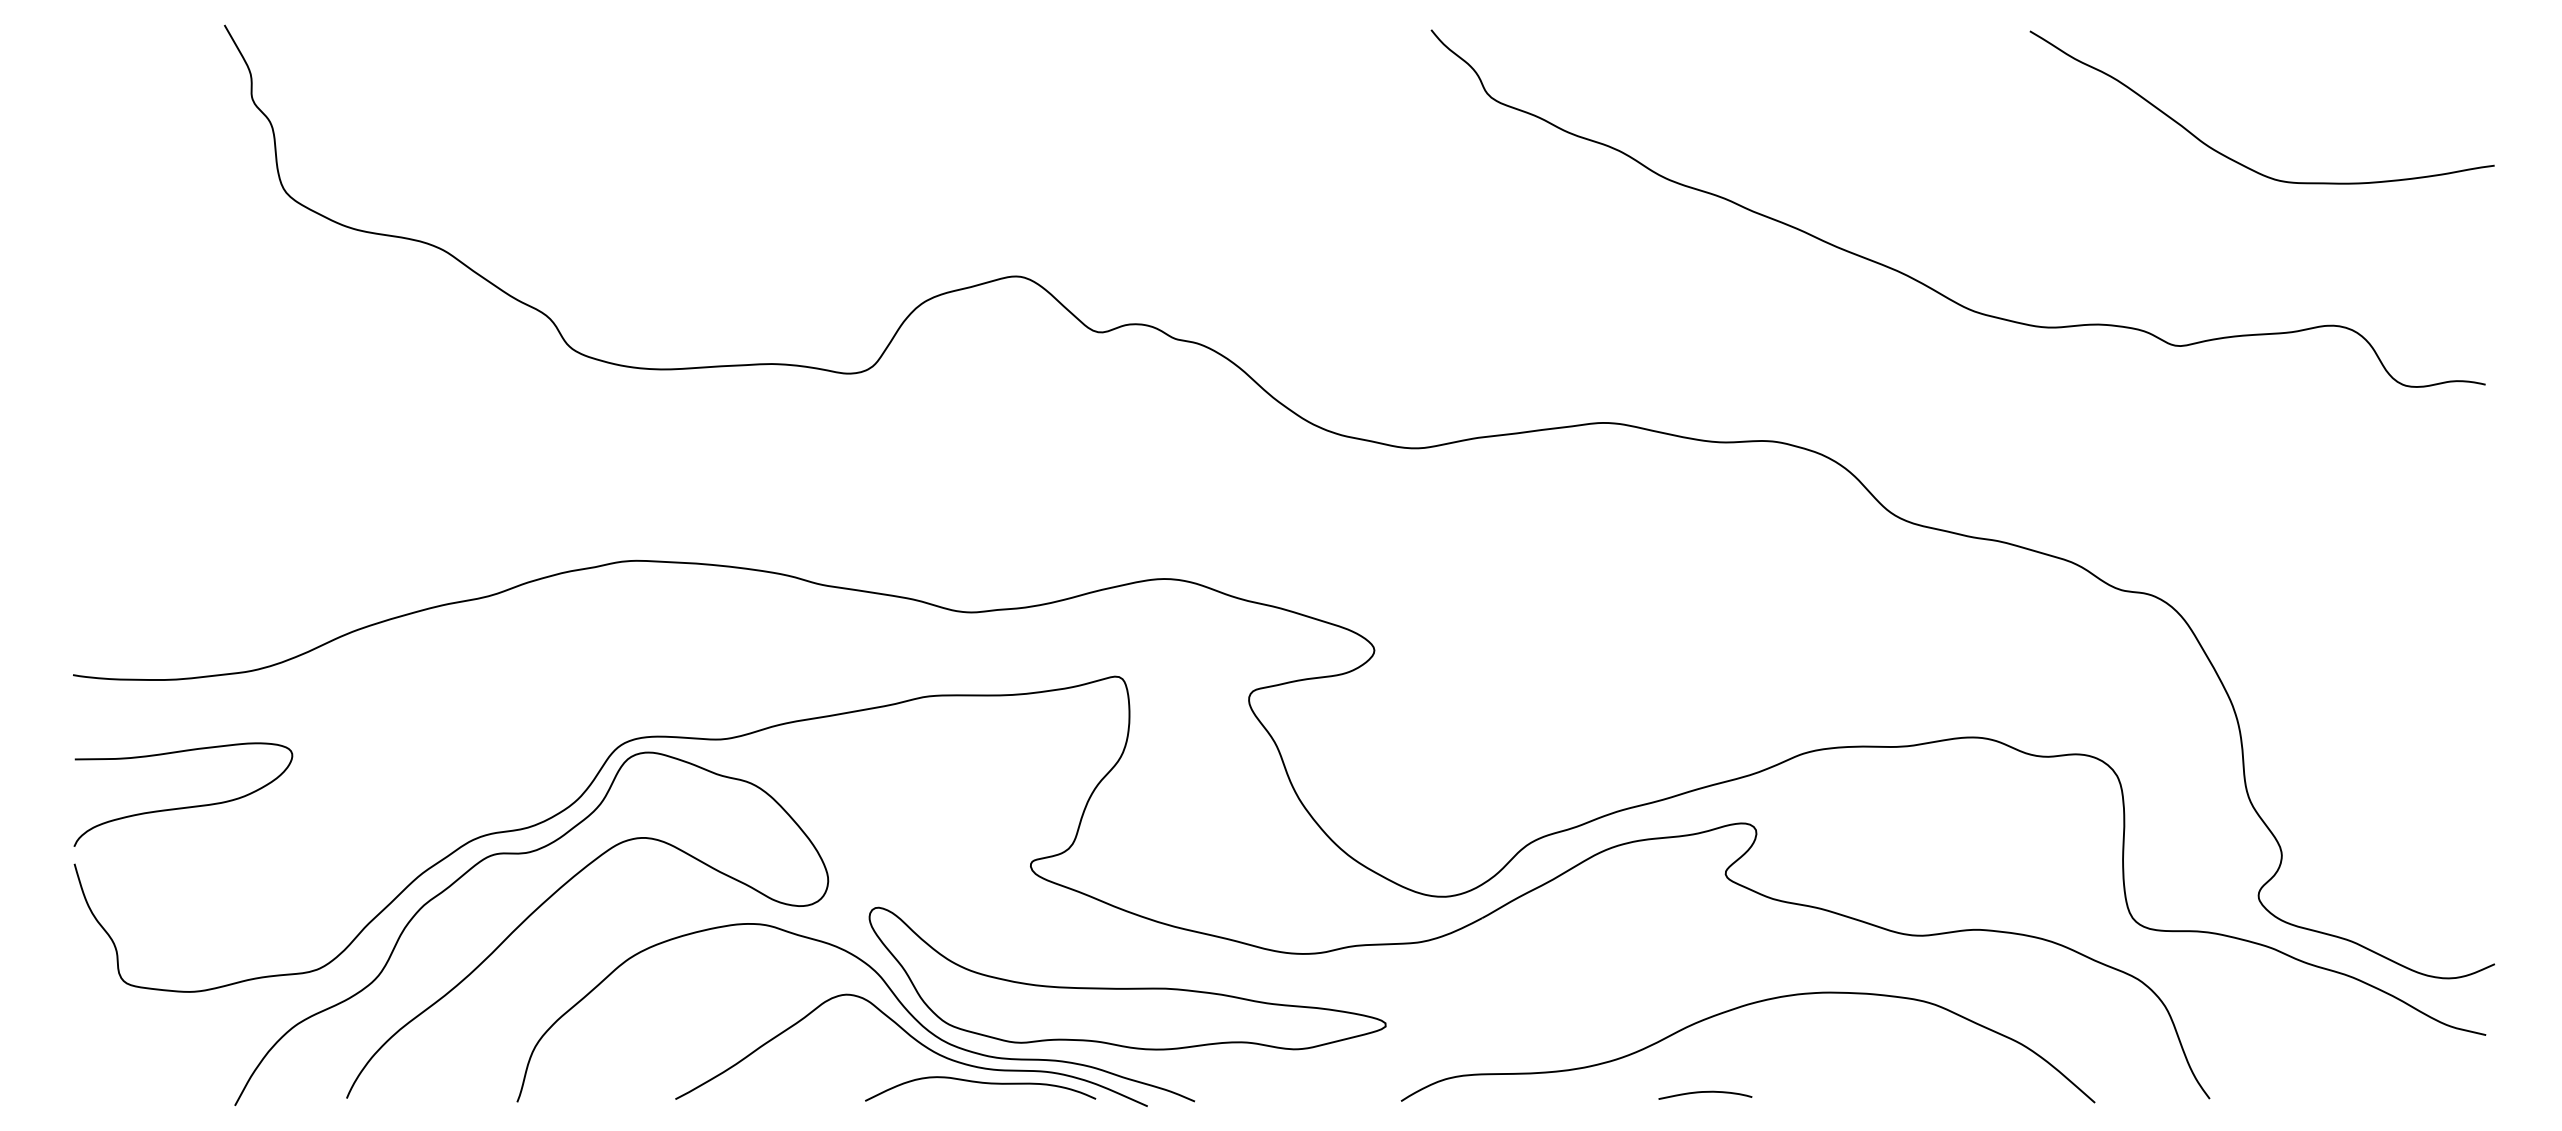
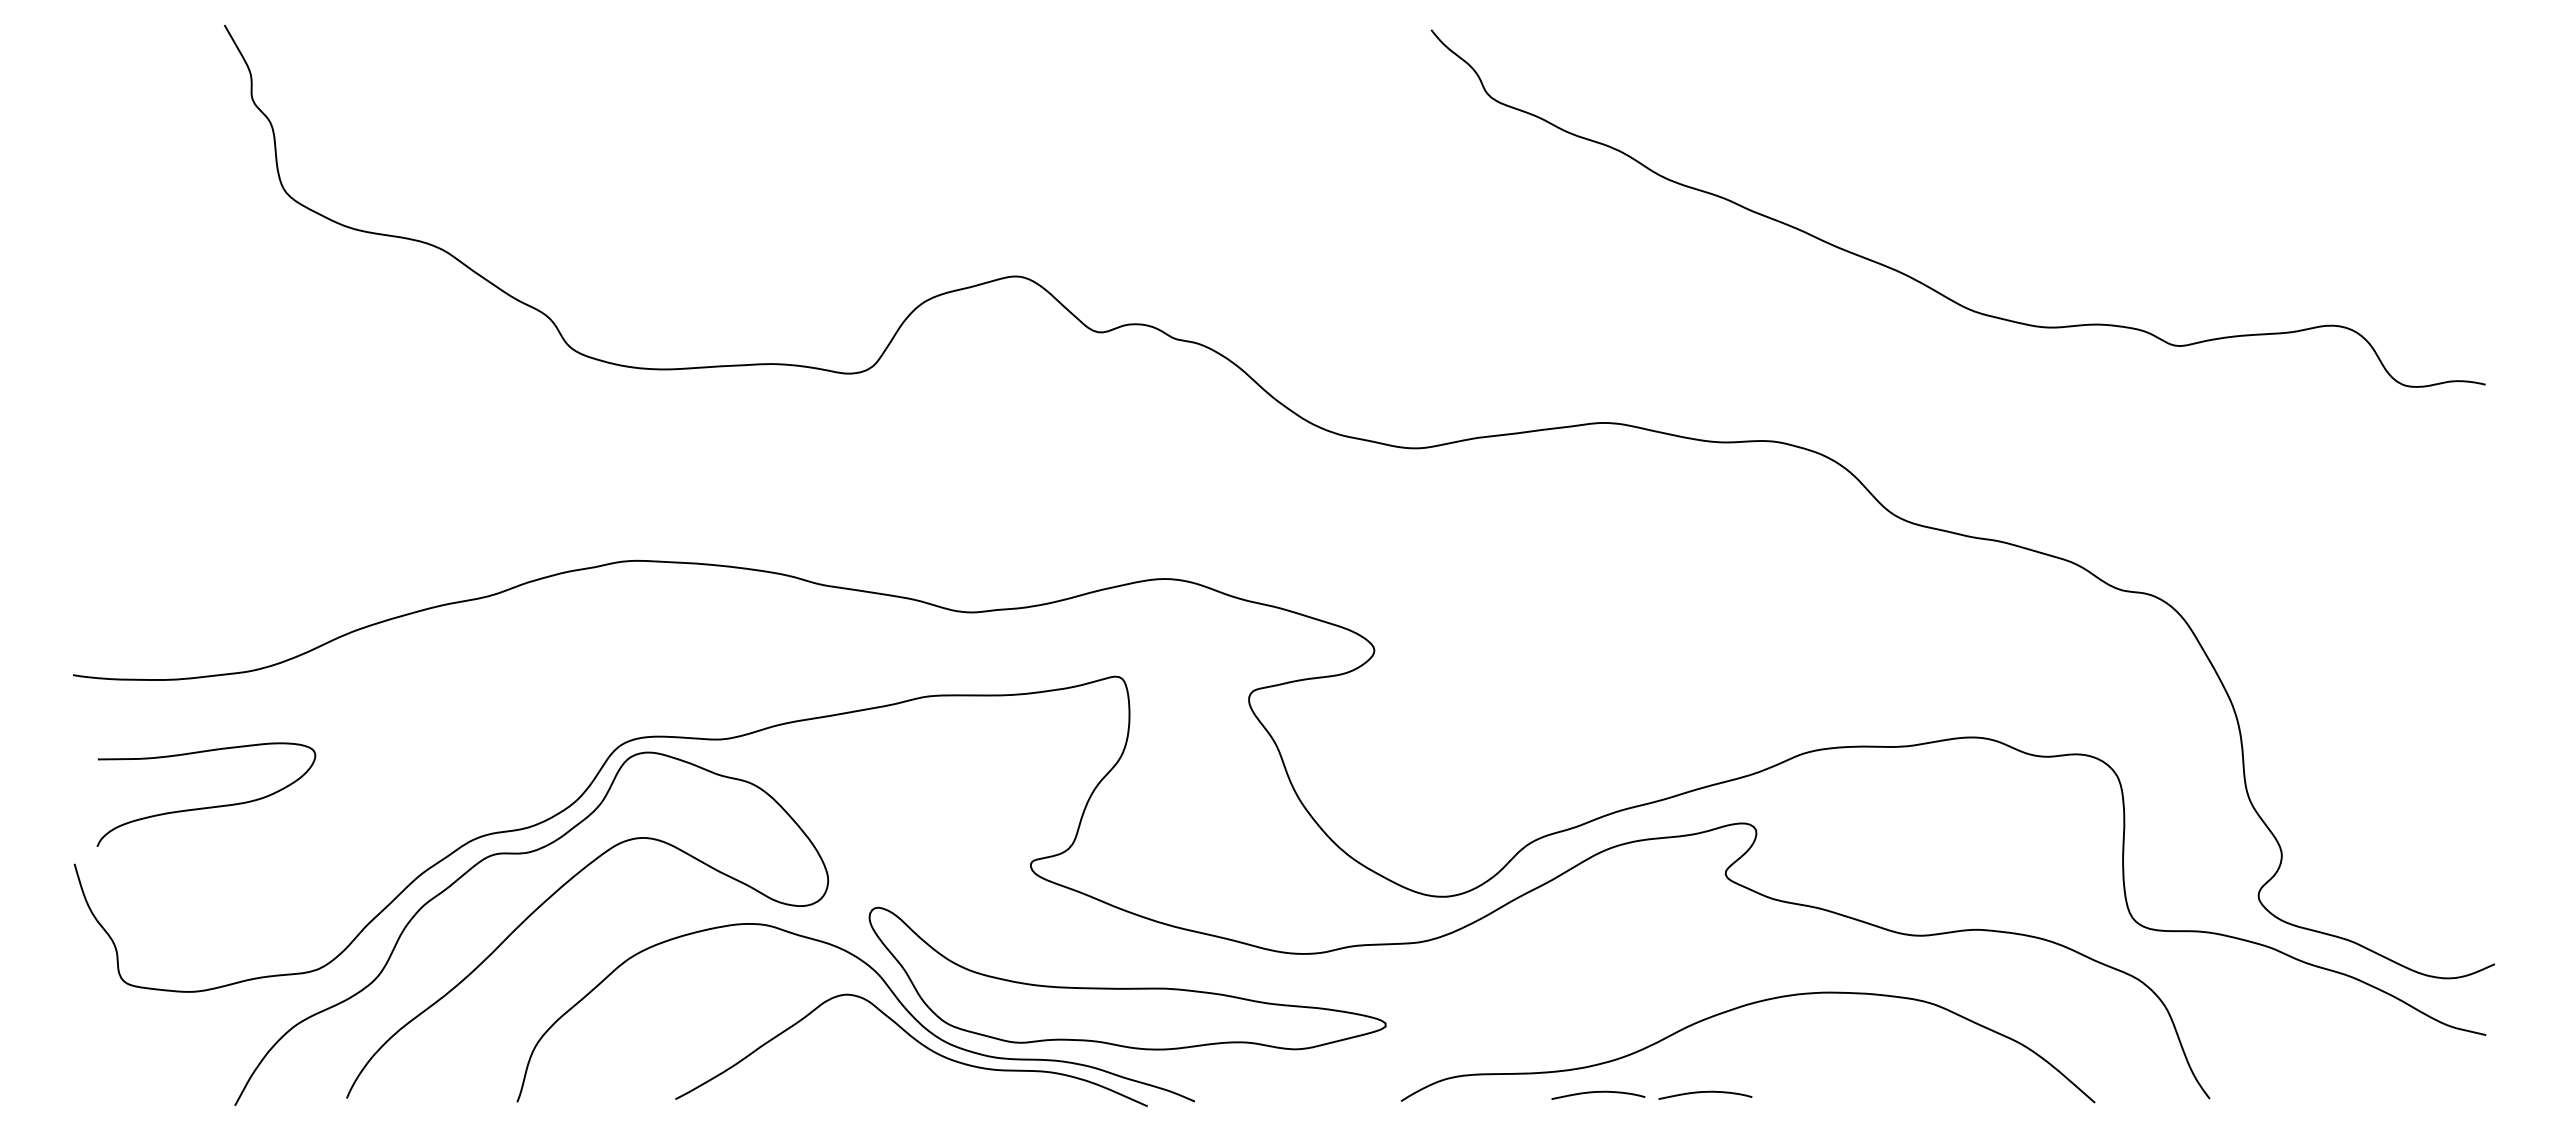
curve at (2235, 160): present -> none
curve at (185, 806) position: (185, 806) -> (208, 806)
curve at (980, 1083): present -> none
curve at (1598, 1092): none -> present
